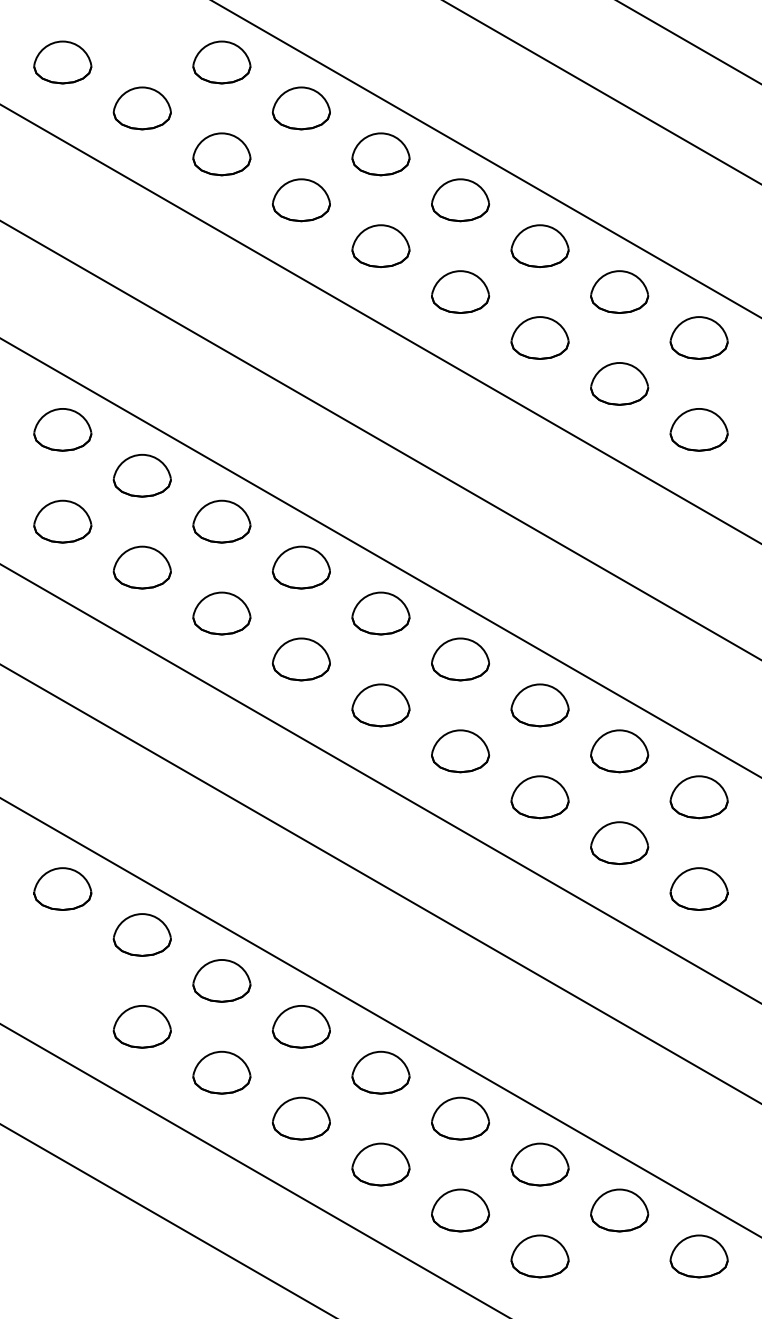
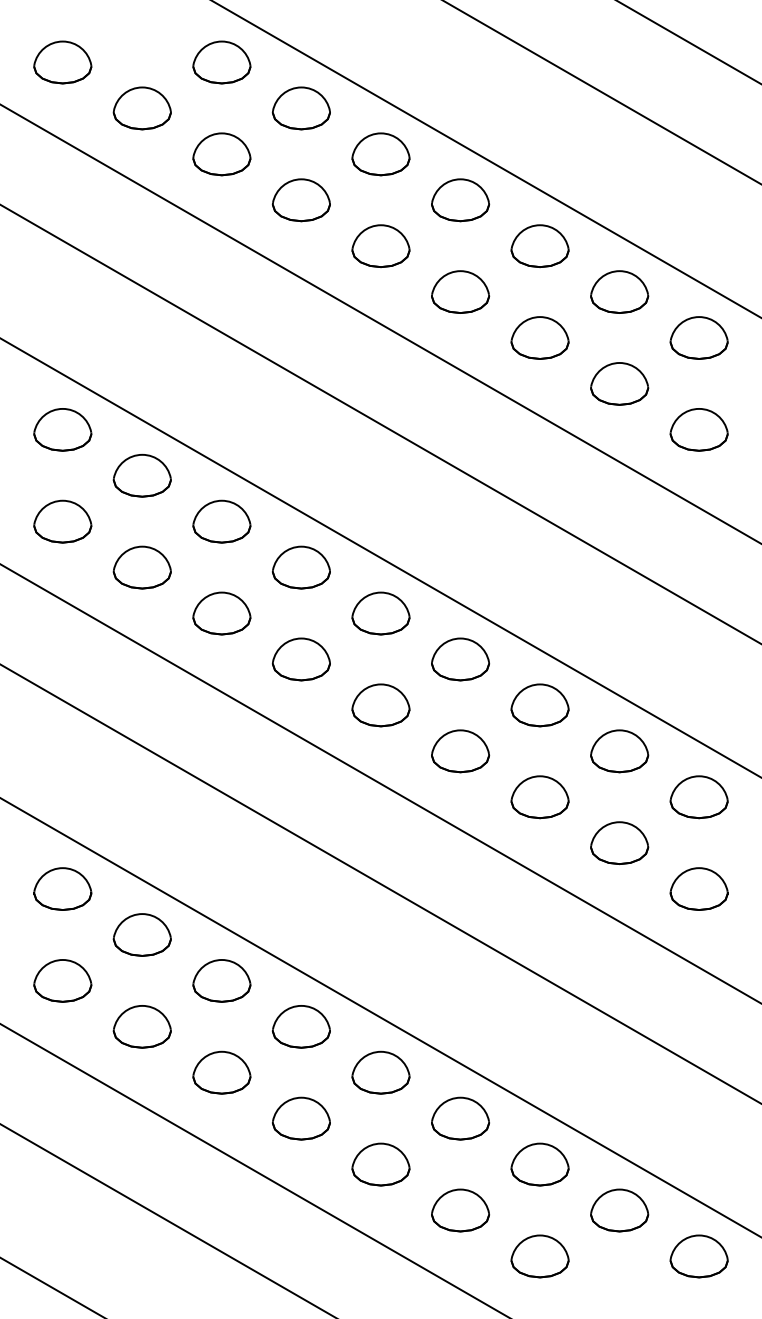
line at (380, 439) position: (380, 439) -> (380, 423)
part at (62, 980): none -> present
line at (51, 1286): none -> present
